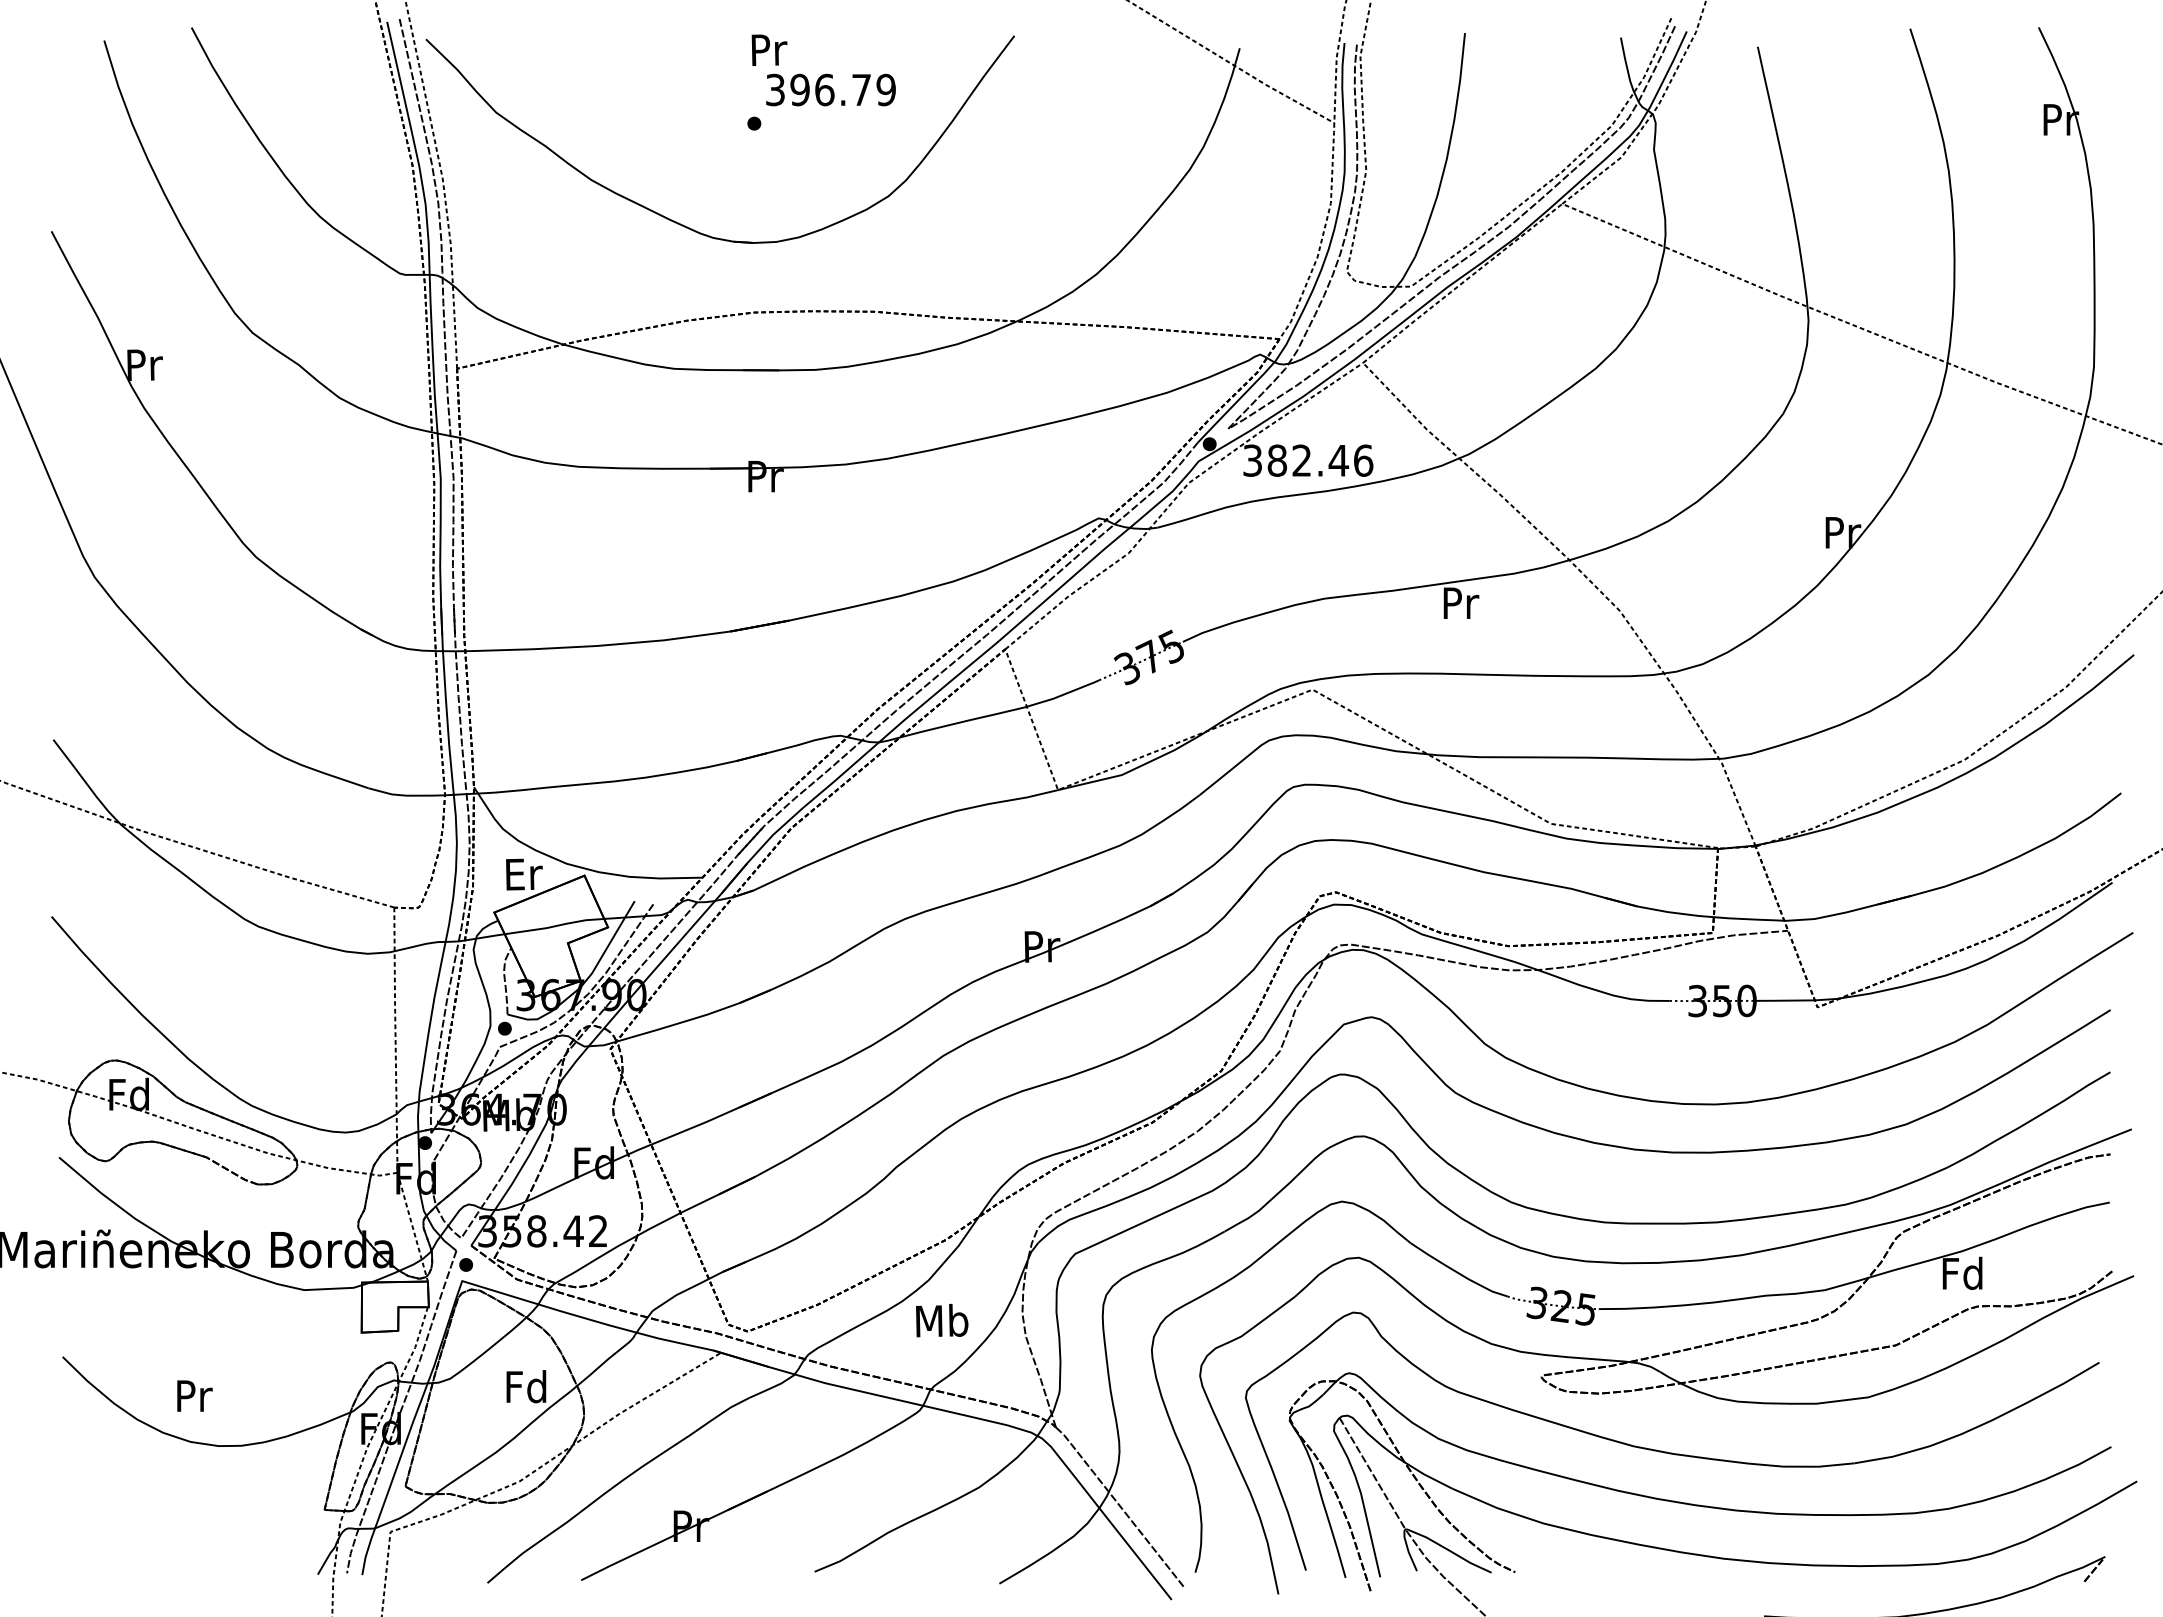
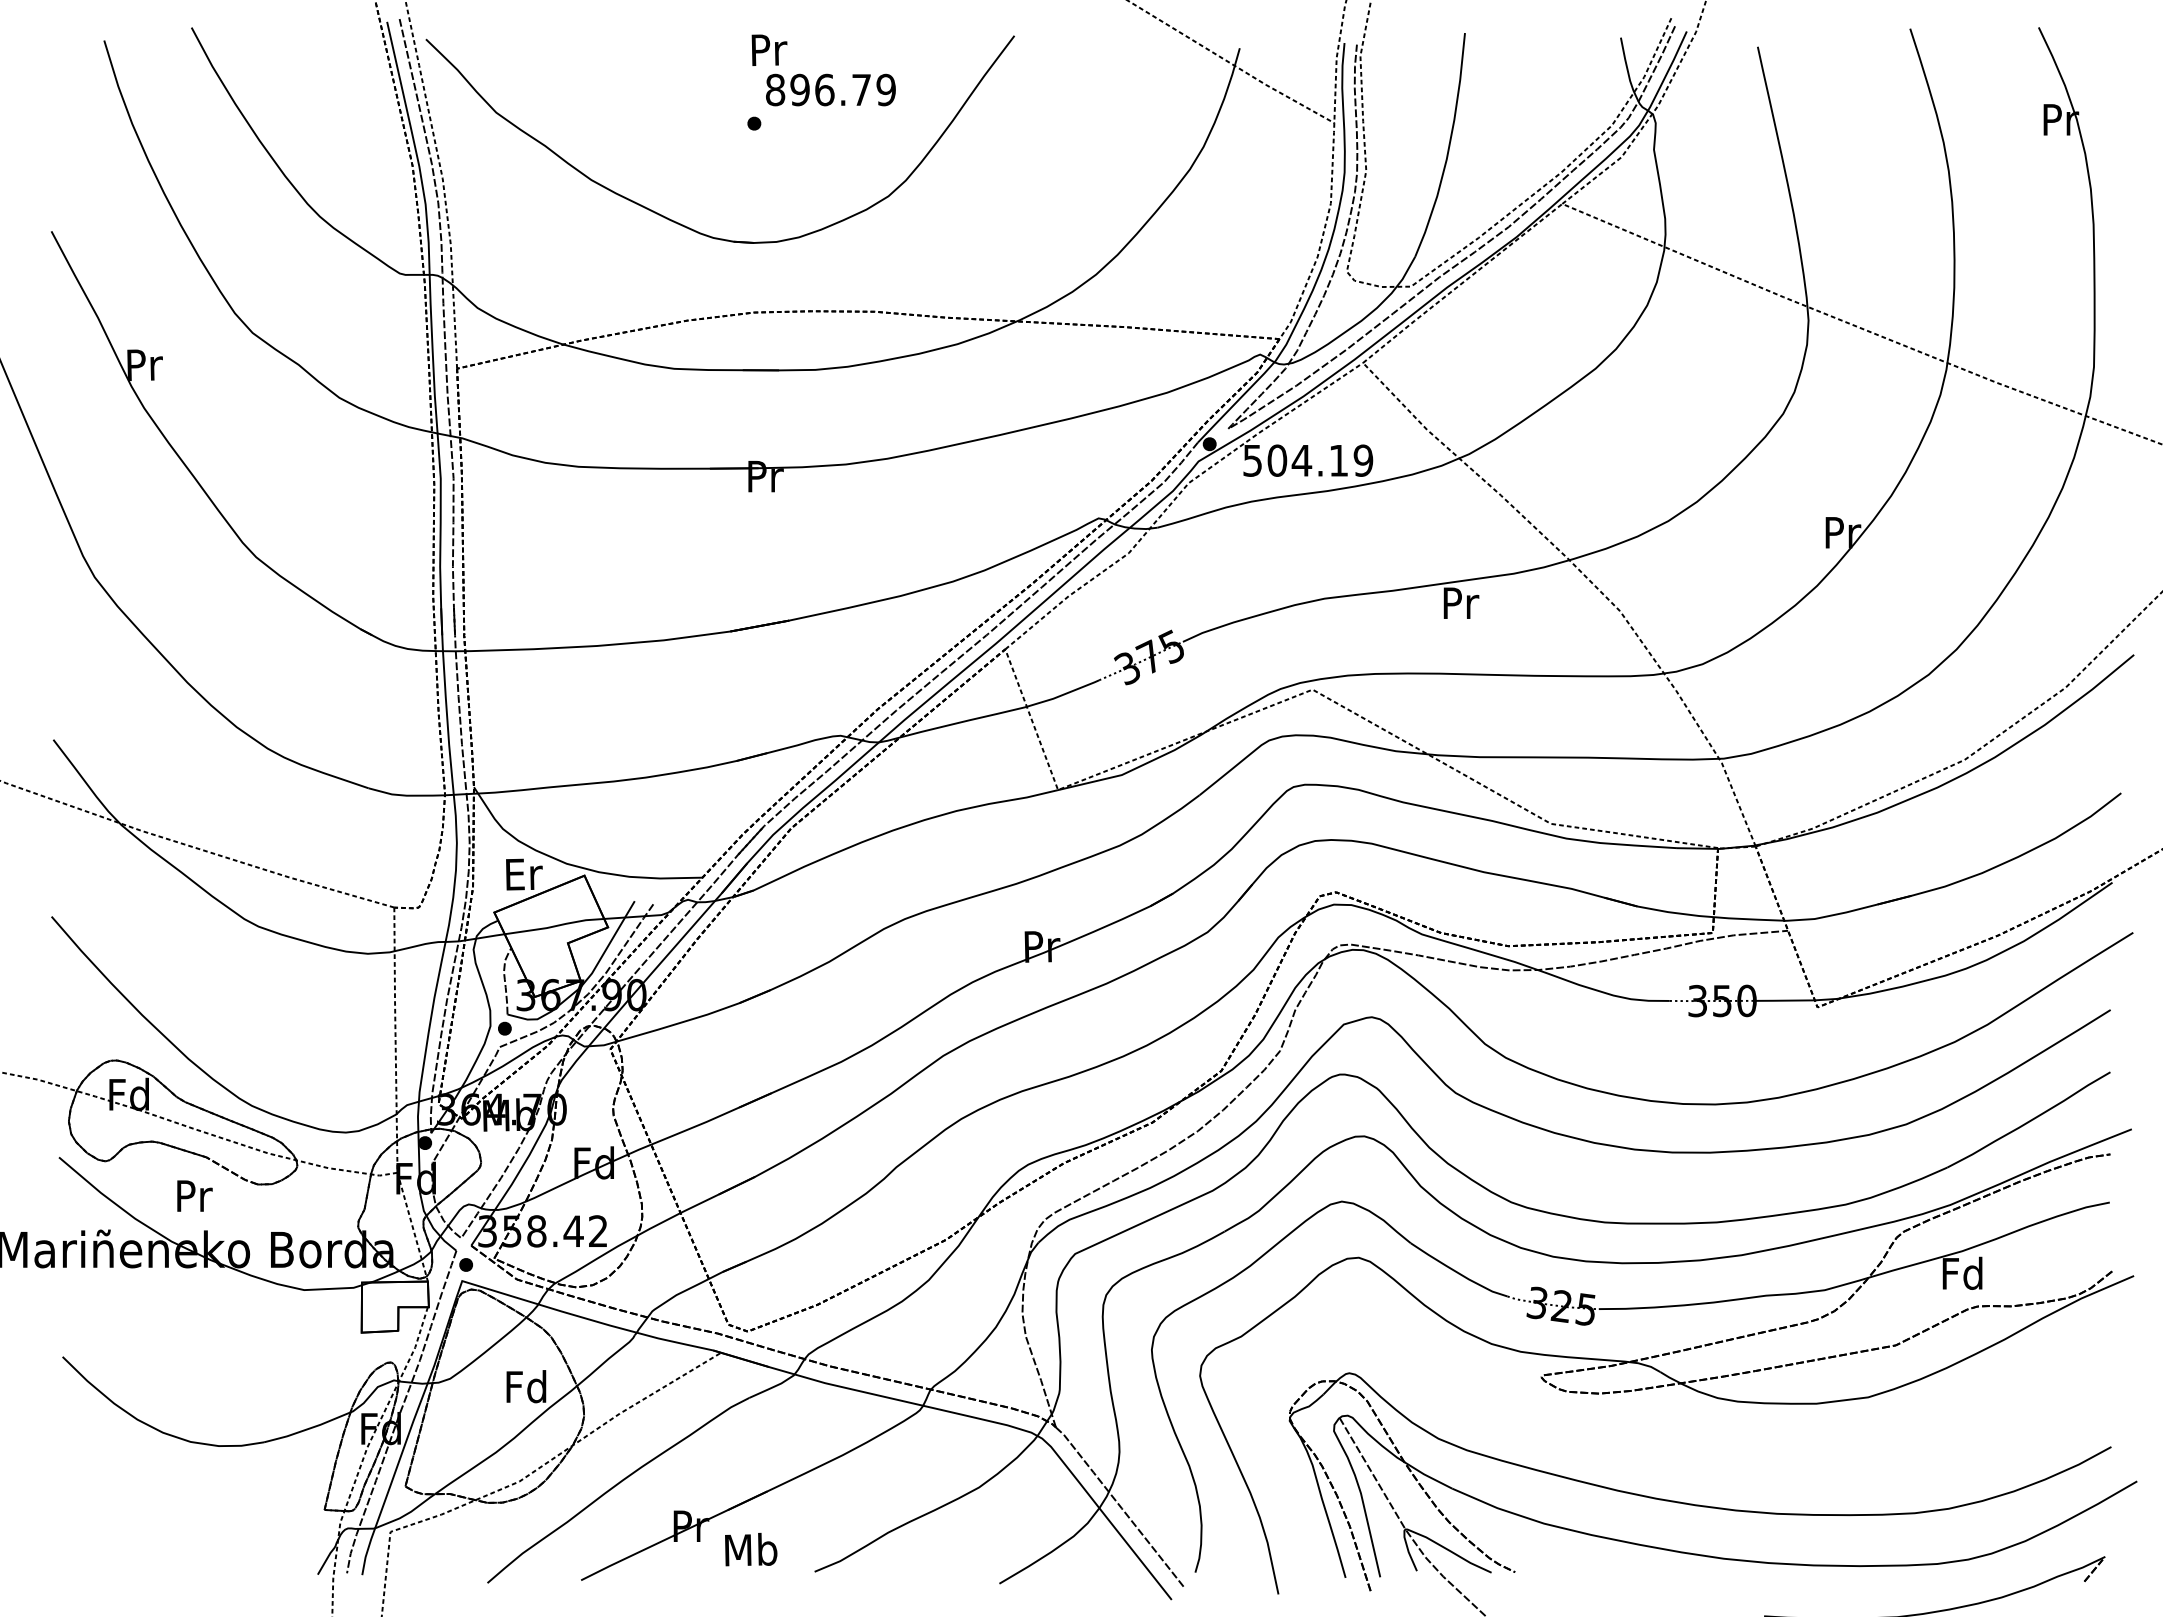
text at (775, 89): 396.79 -> 896.79
text at (1308, 460): 382.46 -> 504.19
text at (942, 1320) position: (942, 1320) -> (751, 1549)
text at (194, 1395) position: (194, 1395) -> (194, 1195)
part at (1672, 1452): present -> none
